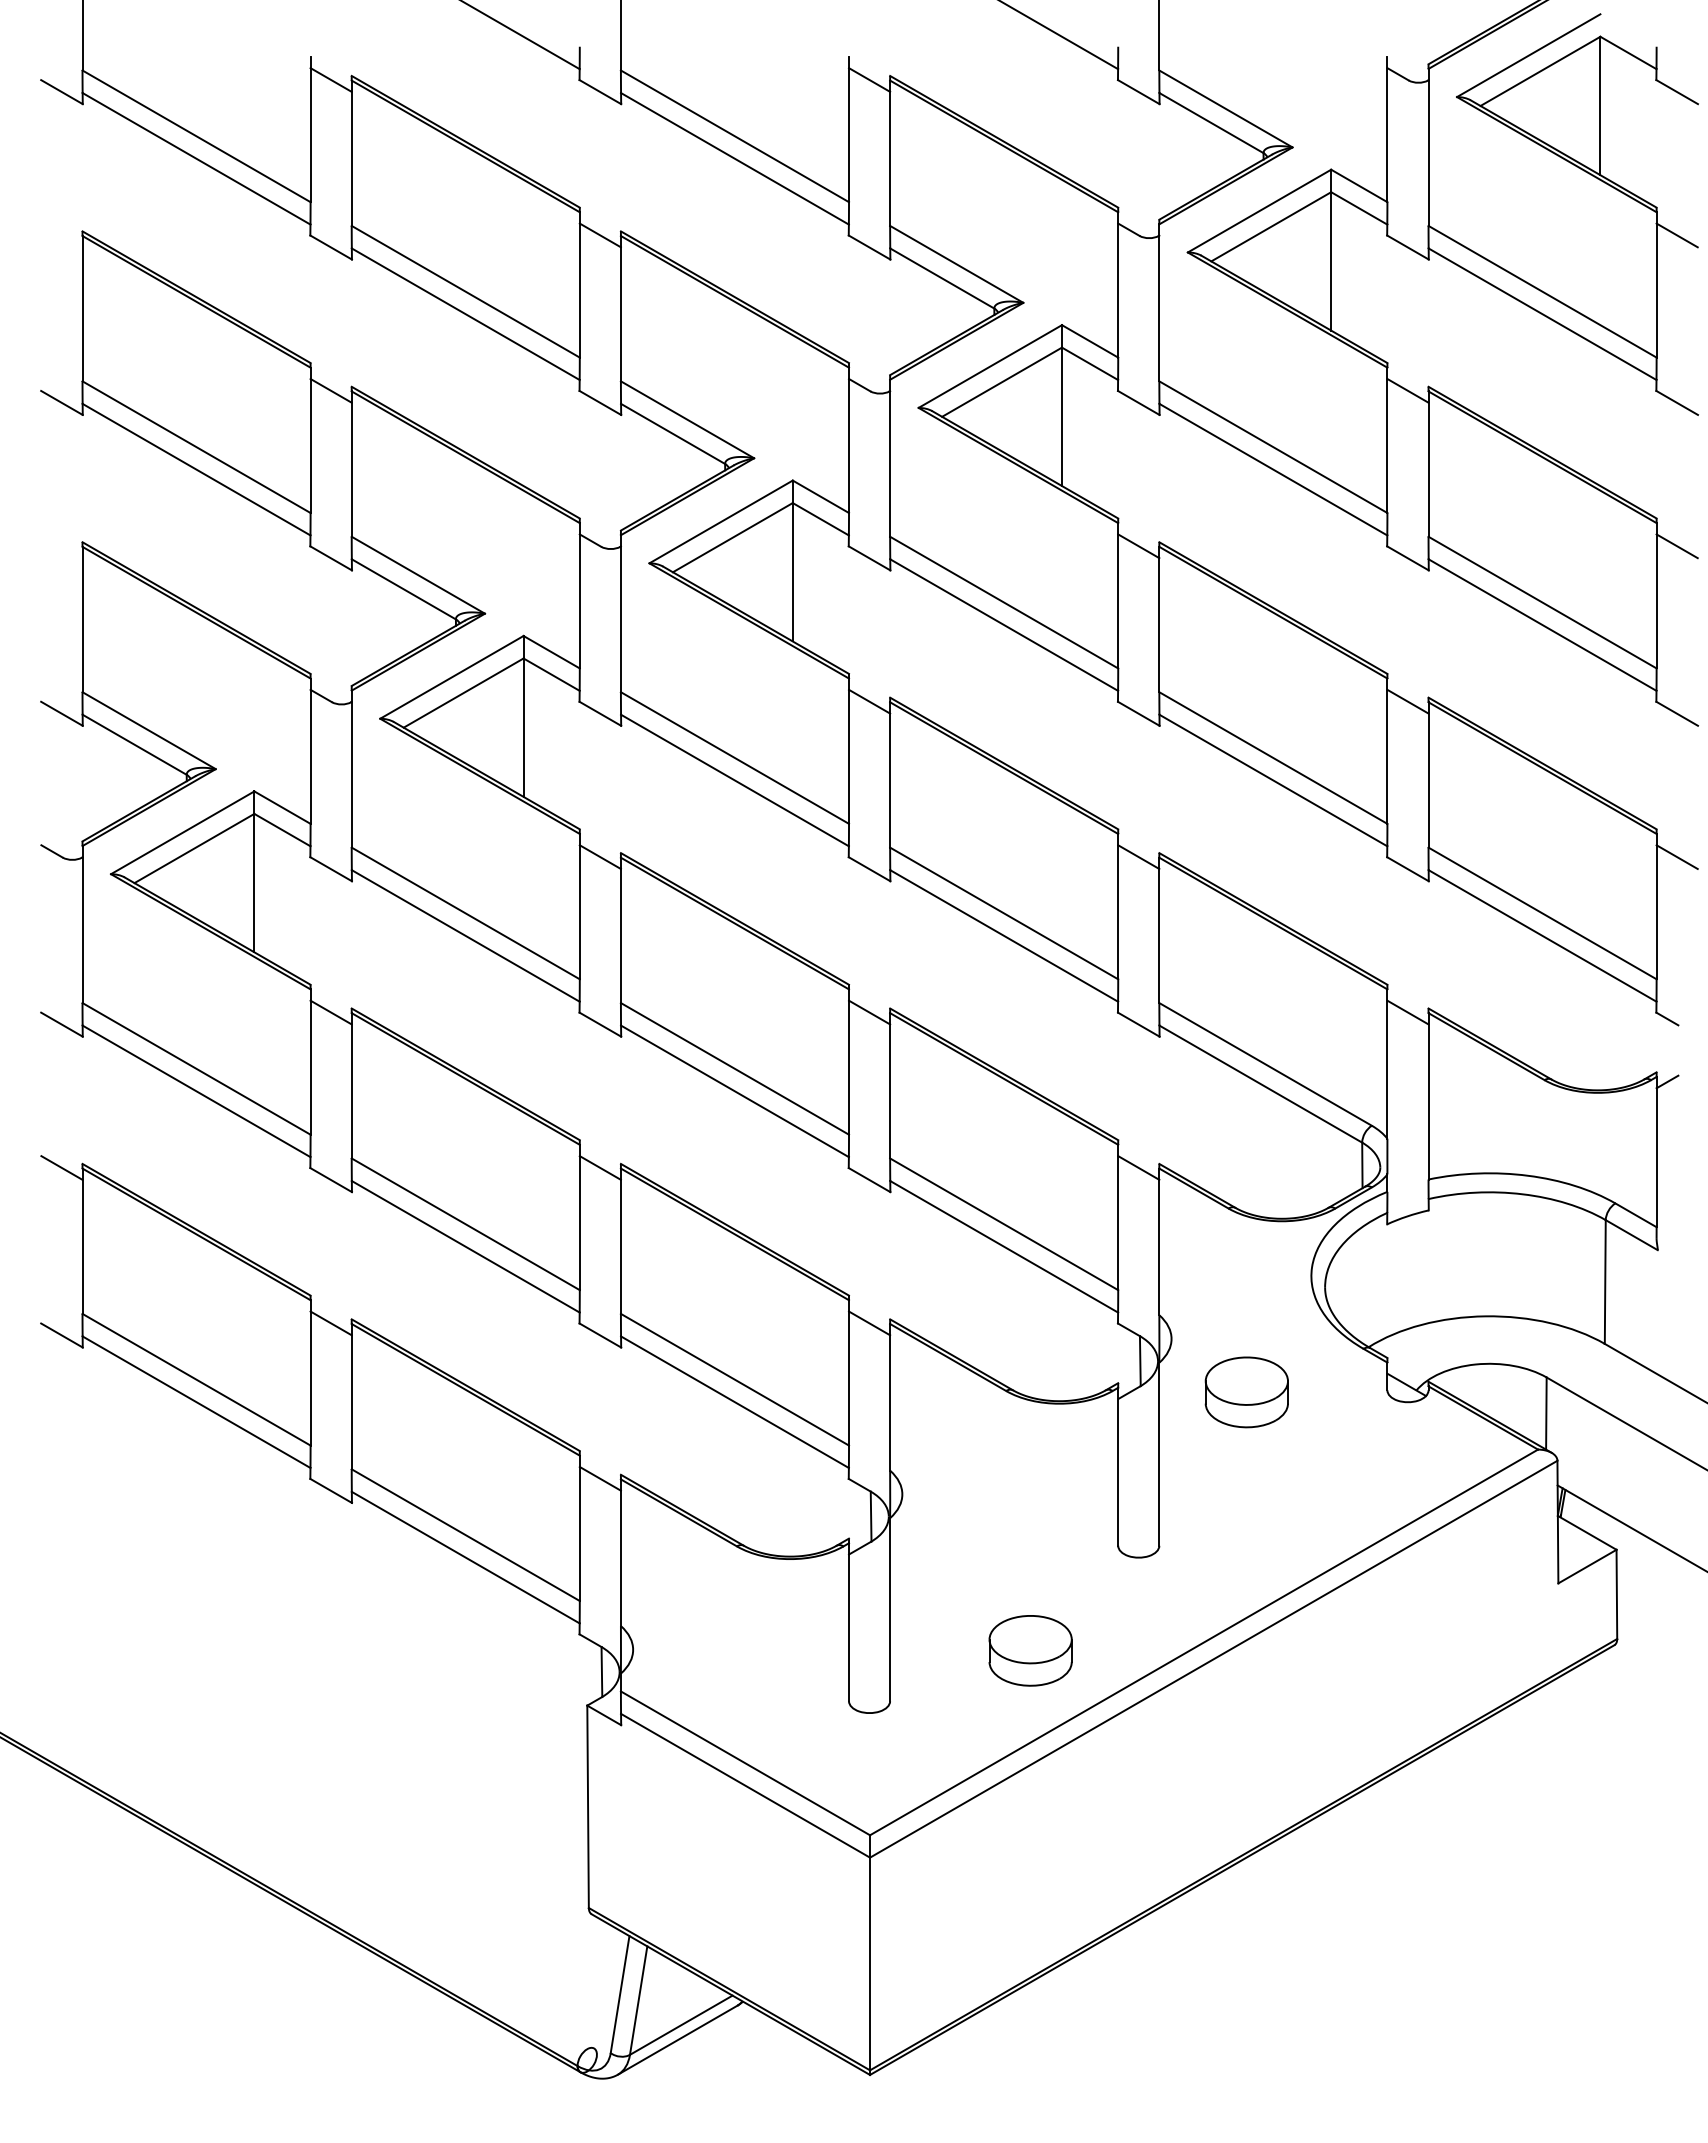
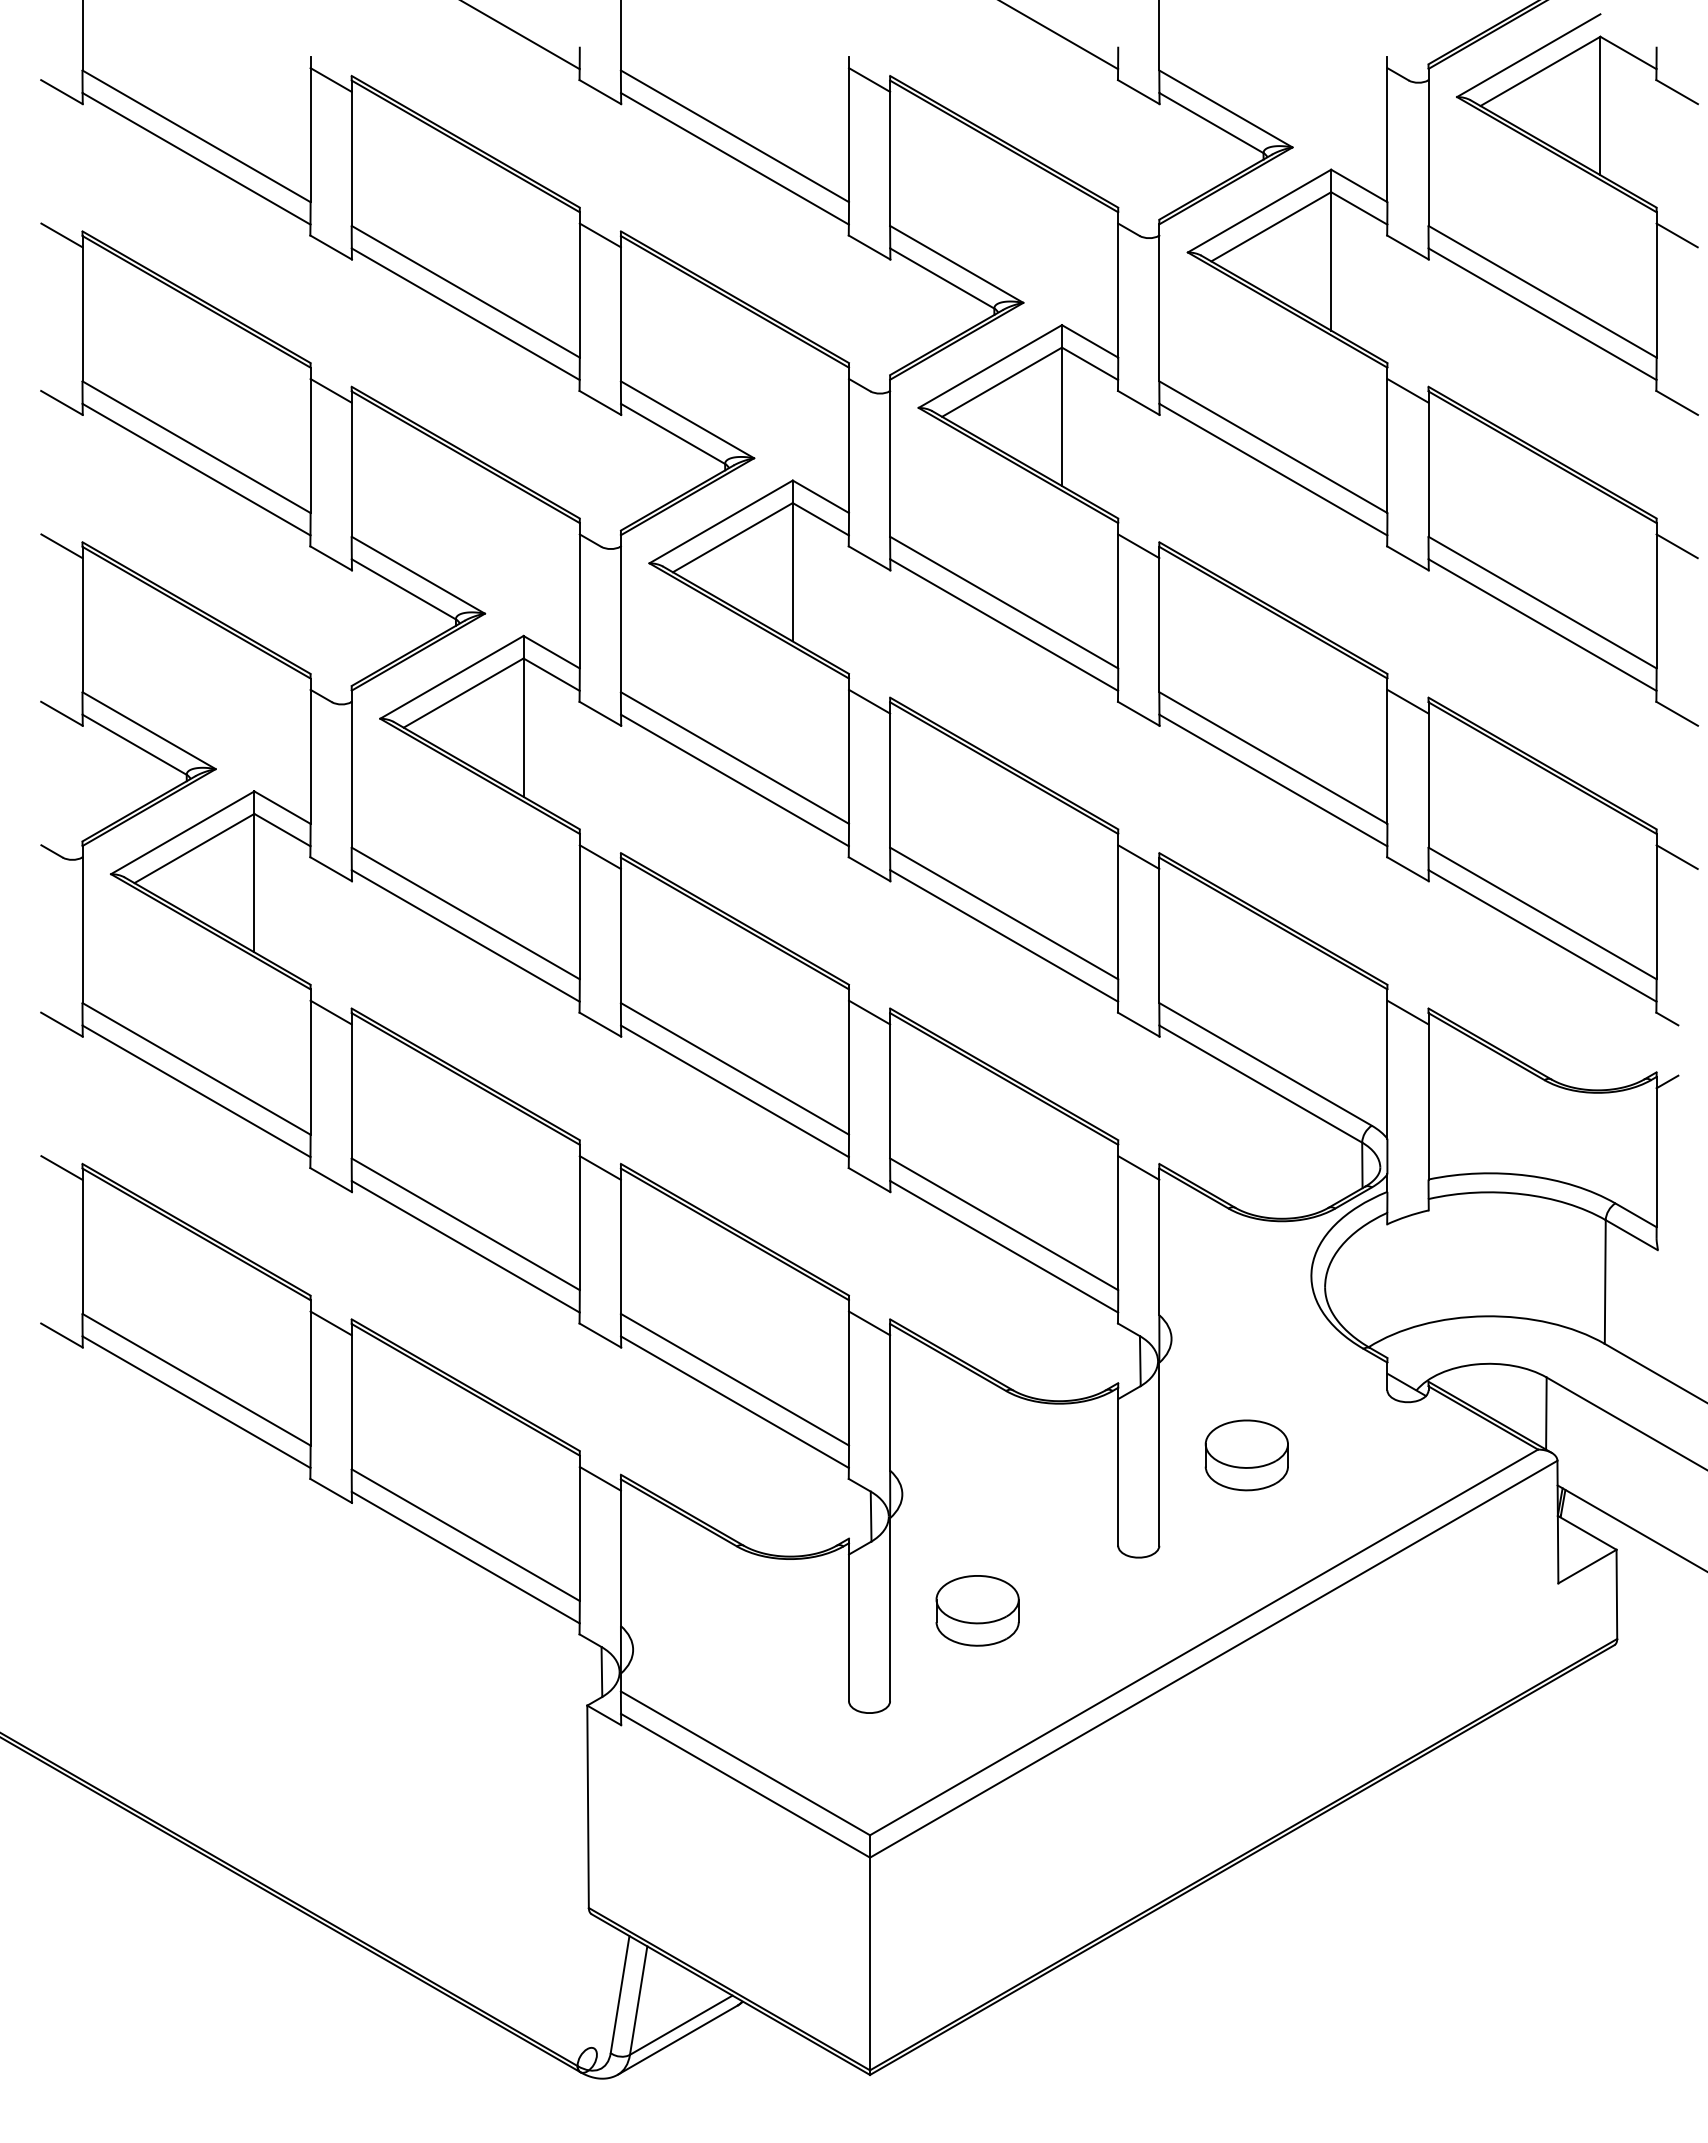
line at (61, 235): none -> present
line at (61, 546): none -> present
part at (1246, 1392) position: (1246, 1392) -> (1246, 1455)
part at (1030, 1650) position: (1030, 1650) -> (977, 1610)
